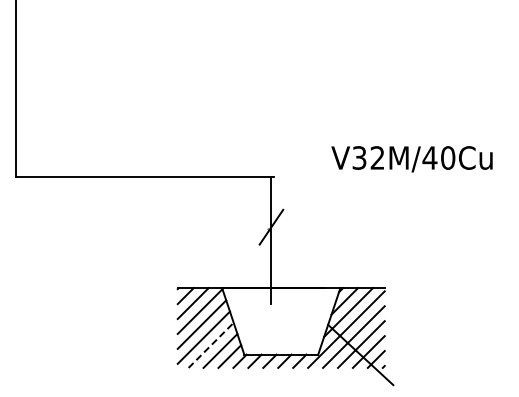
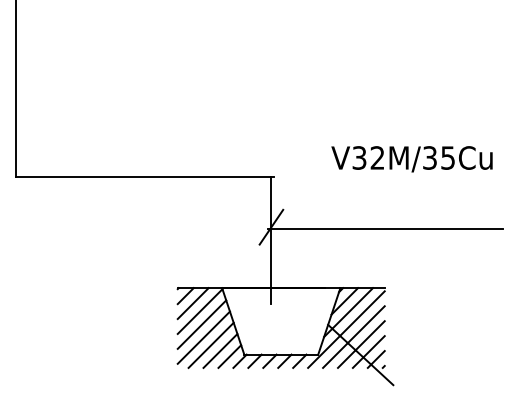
text at (438, 157): V32M/40Cu -> V32M/35Cu
line at (385, 229): none -> present
line at (211, 345): dashed -> solid
